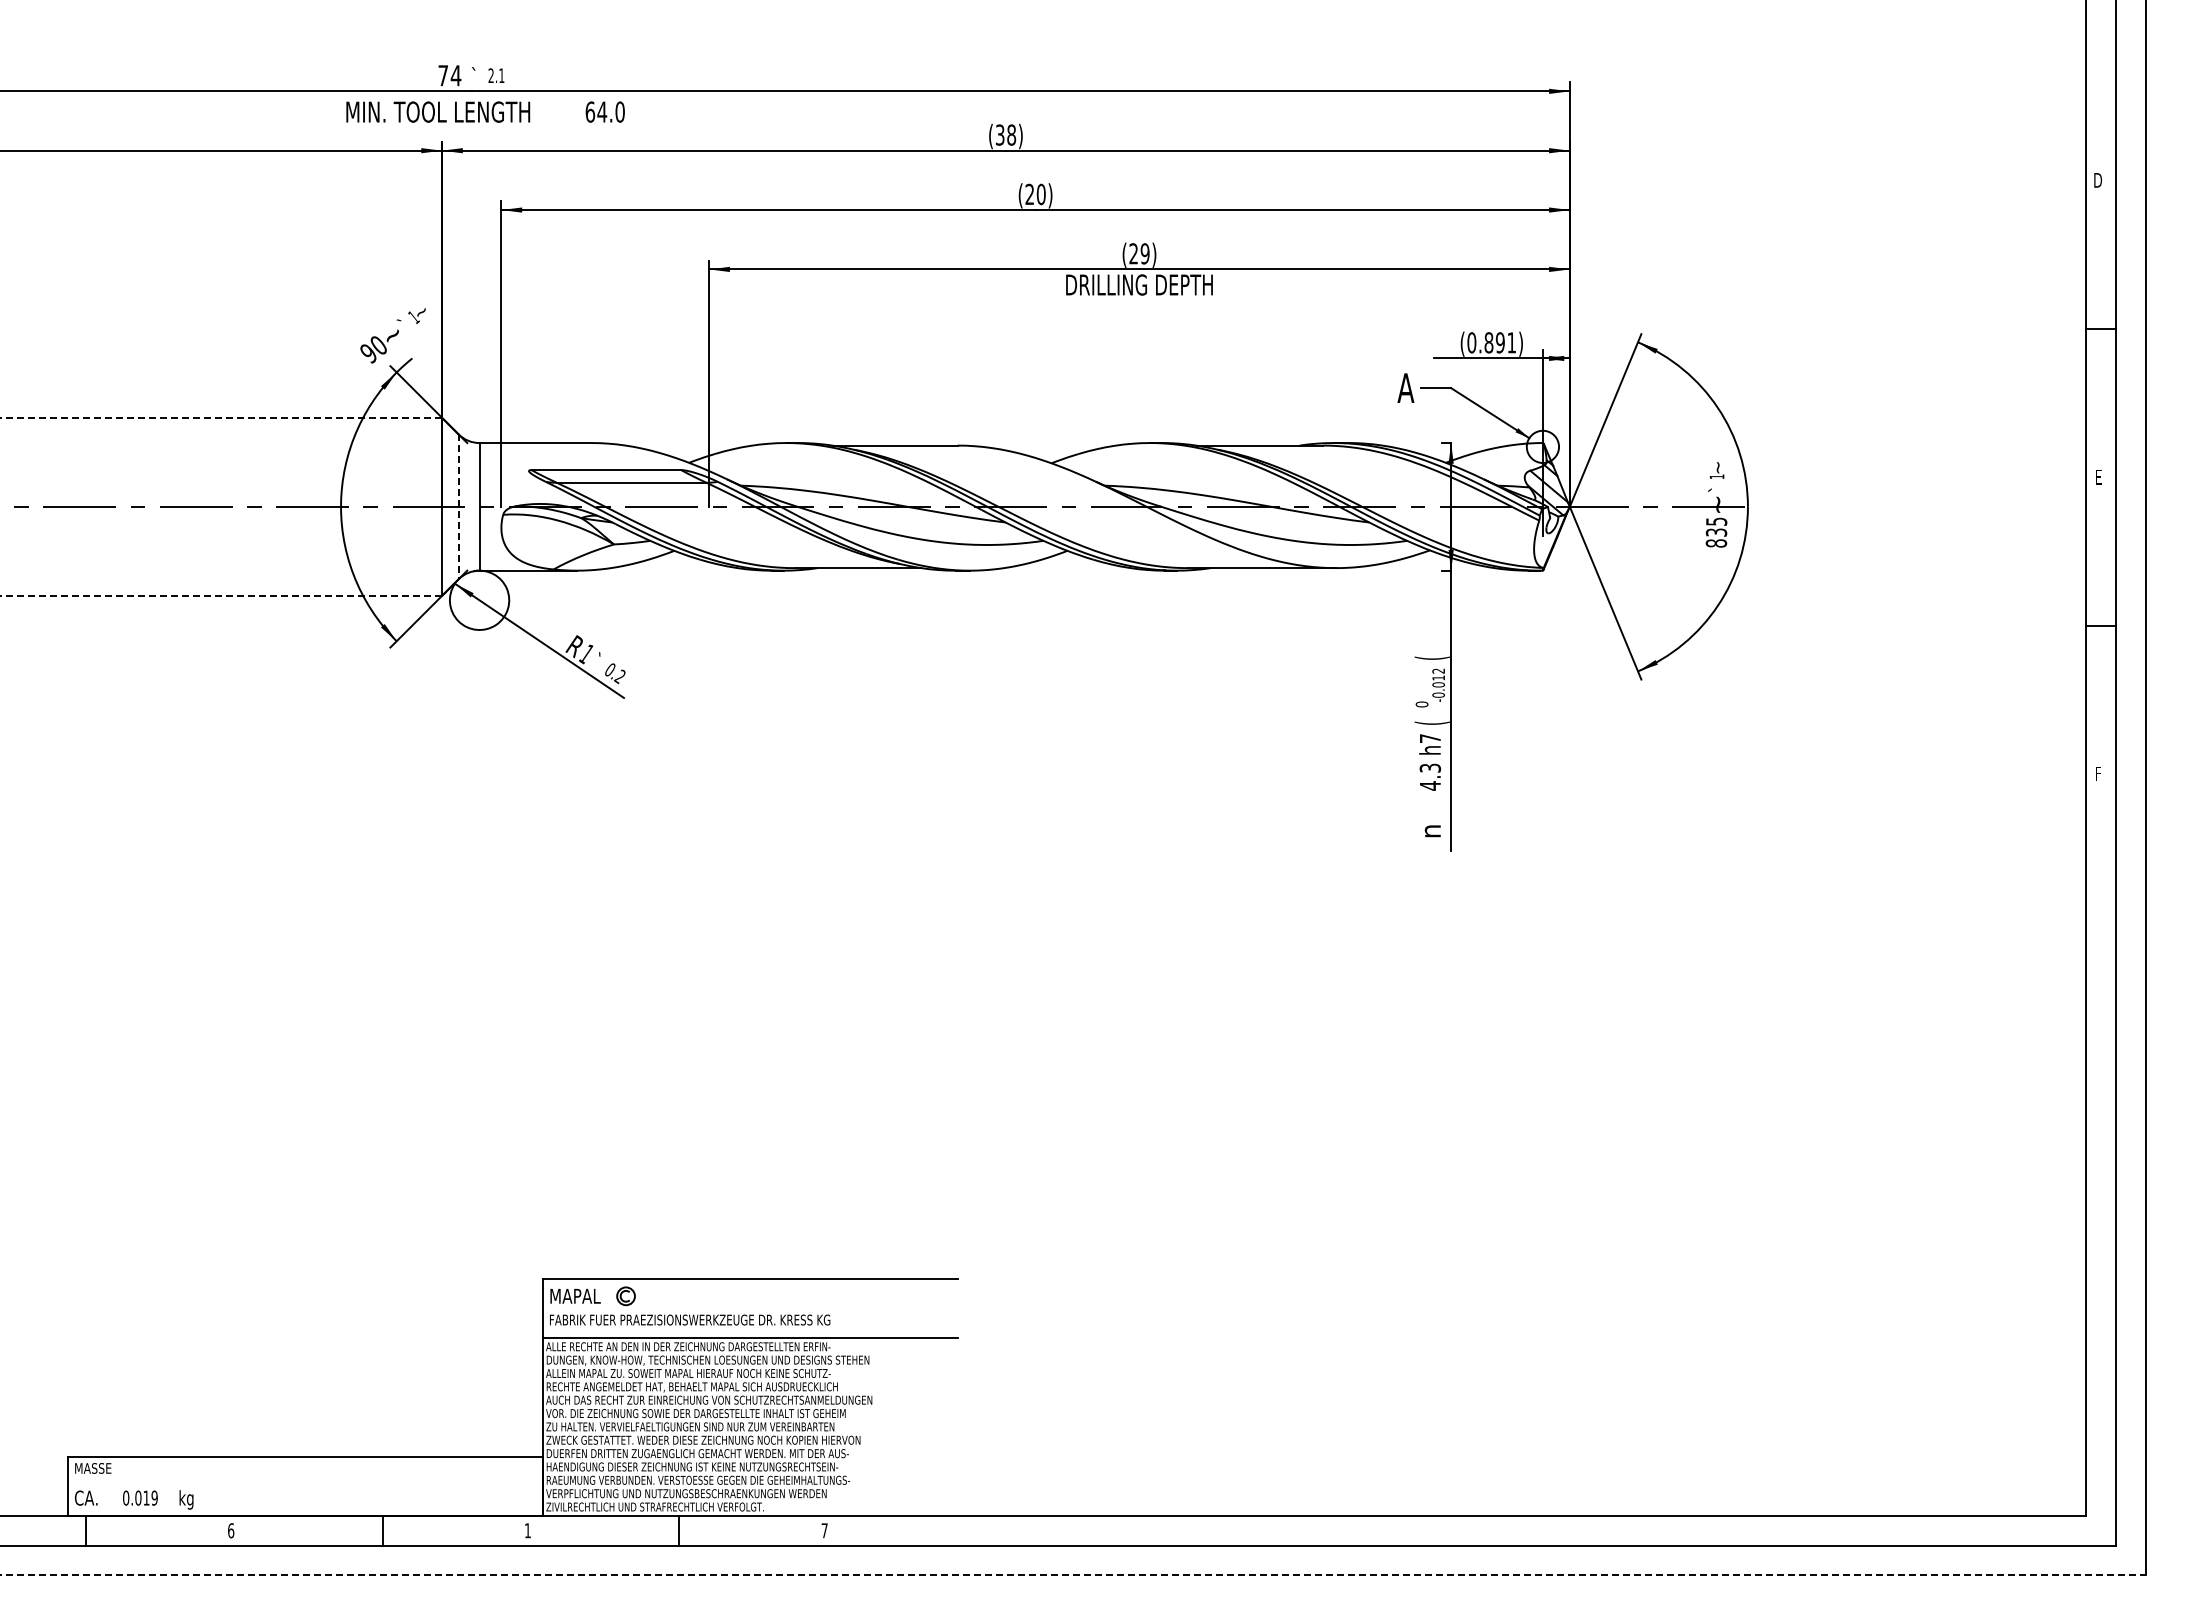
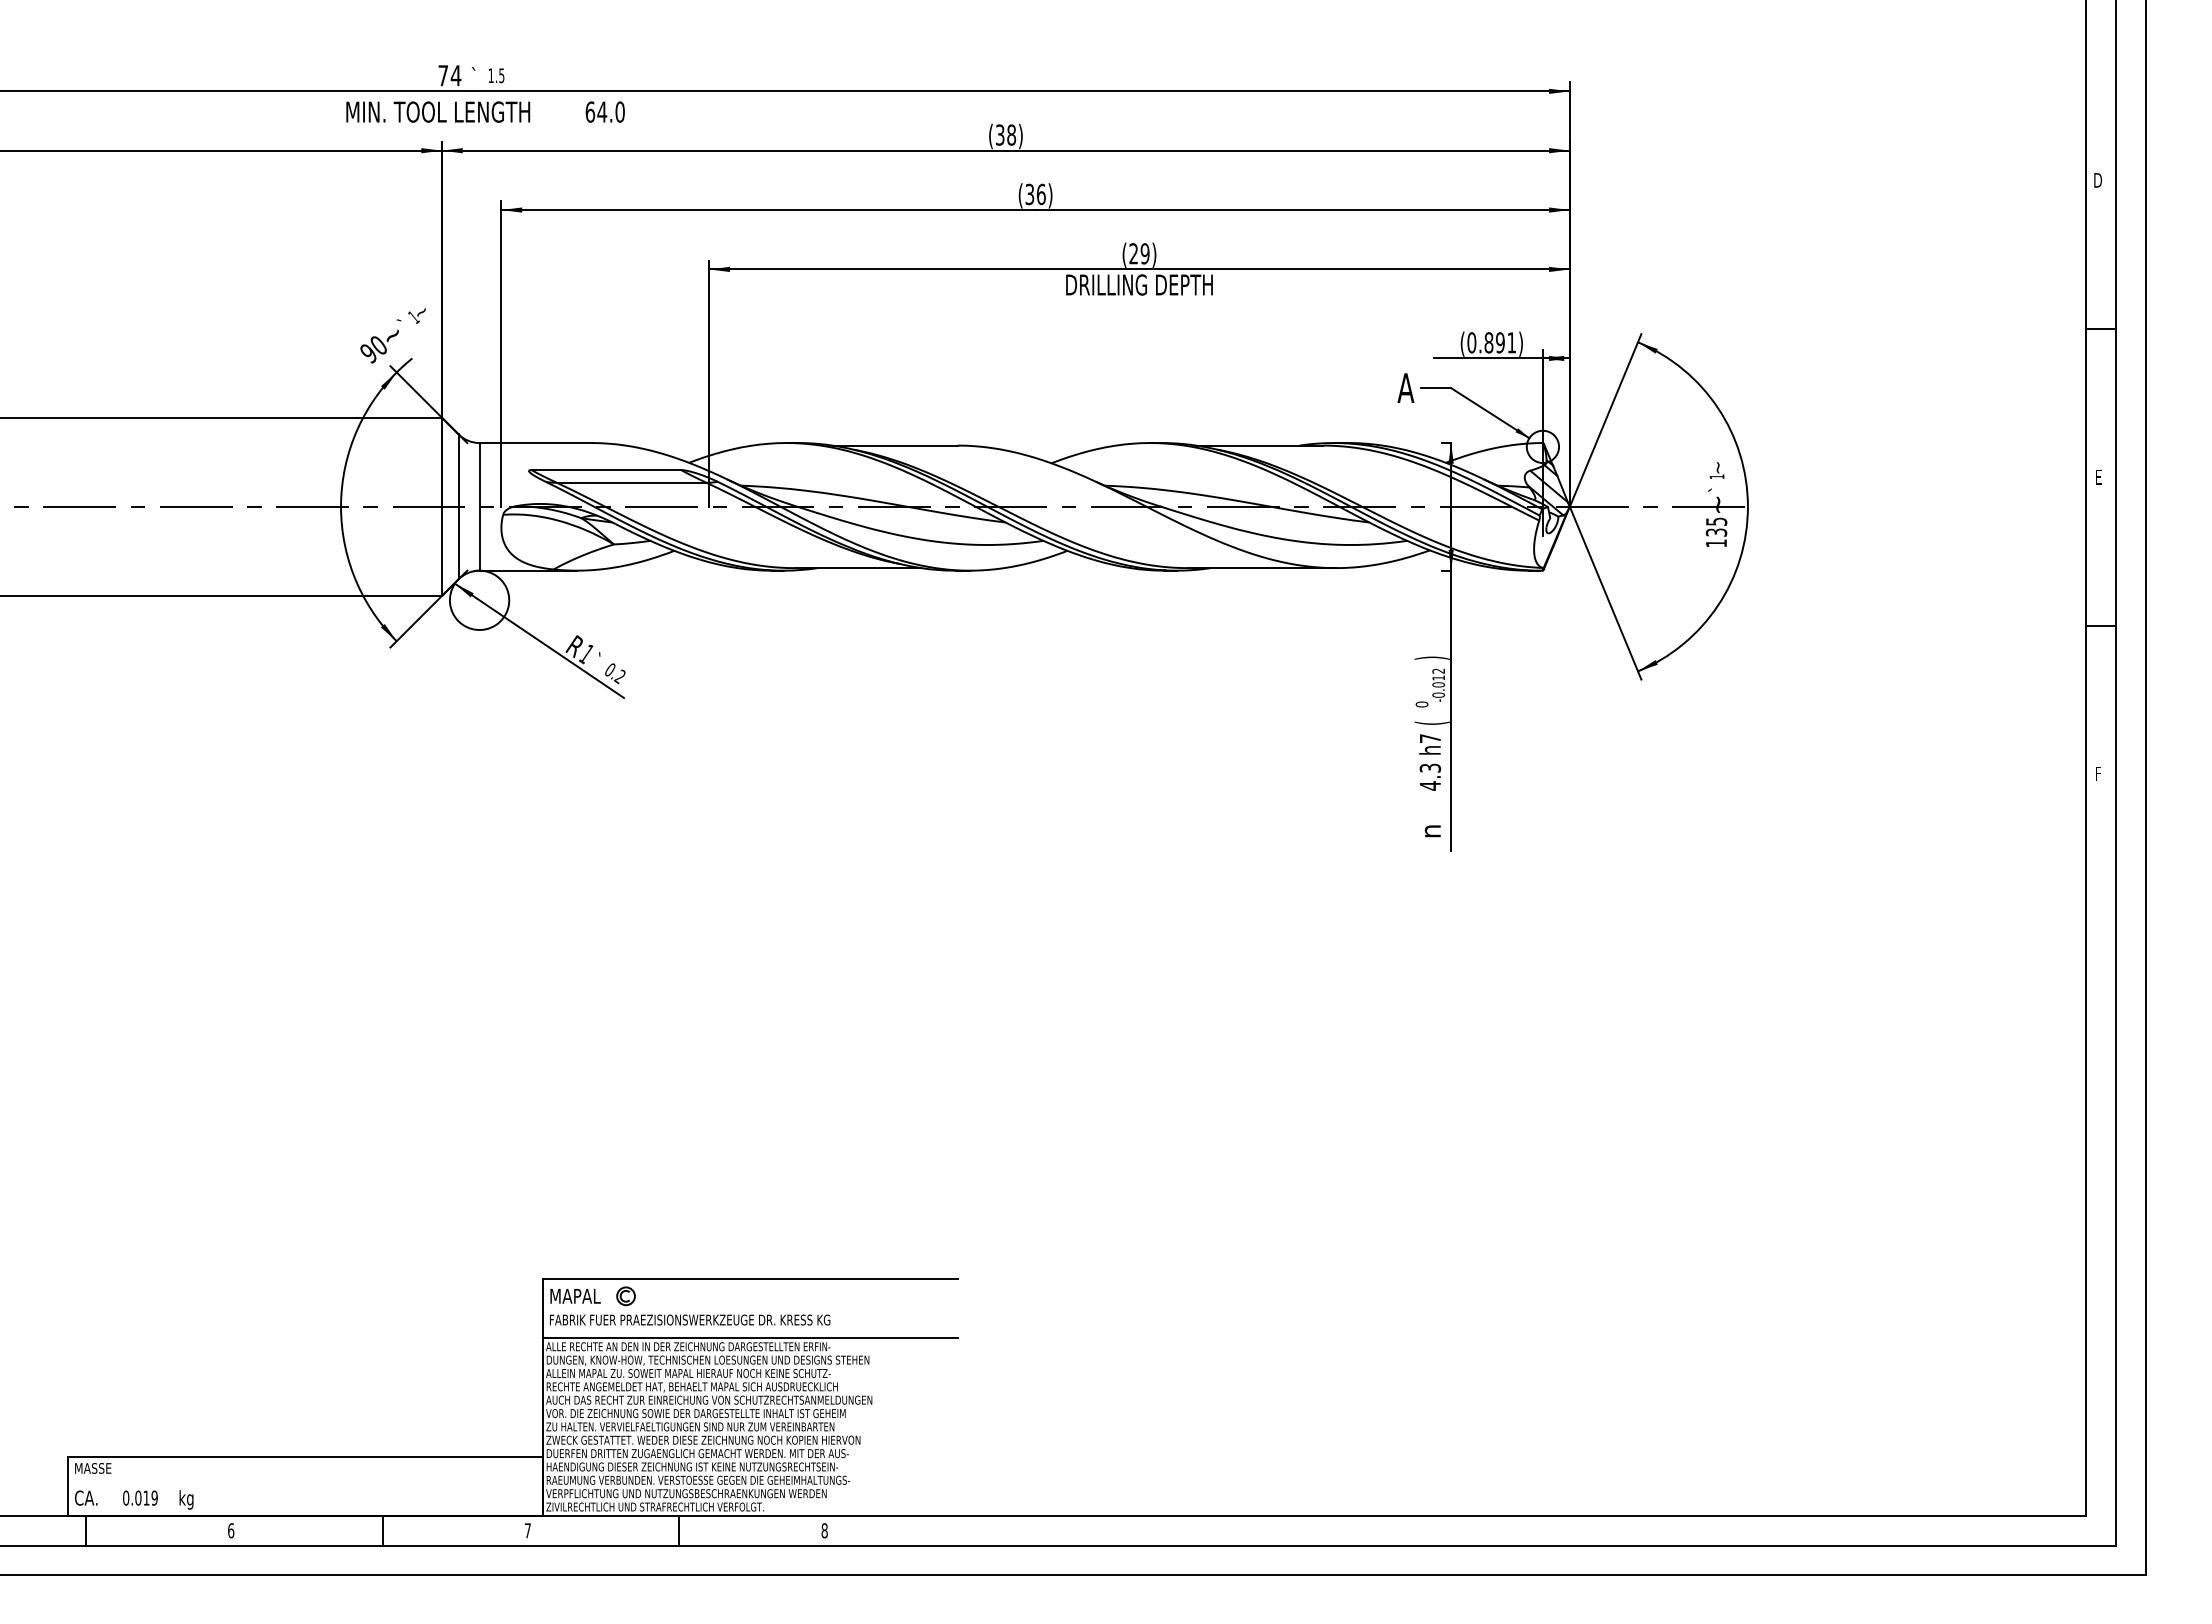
text at (496, 75): 2.1 -> 1.5
text at (1035, 194): (20) -> (36)
line at (221, 417): dashed -> solid
line at (458, 506): dashed -> solid
text at (1716, 543): 835 -> 135
line at (221, 595): dashed -> solid
text at (1431, 657): ( -> )
text at (527, 1530): 1 -> 7
text at (824, 1530): 7 -> 8
line at (1073, 1575): dashed -> solid
